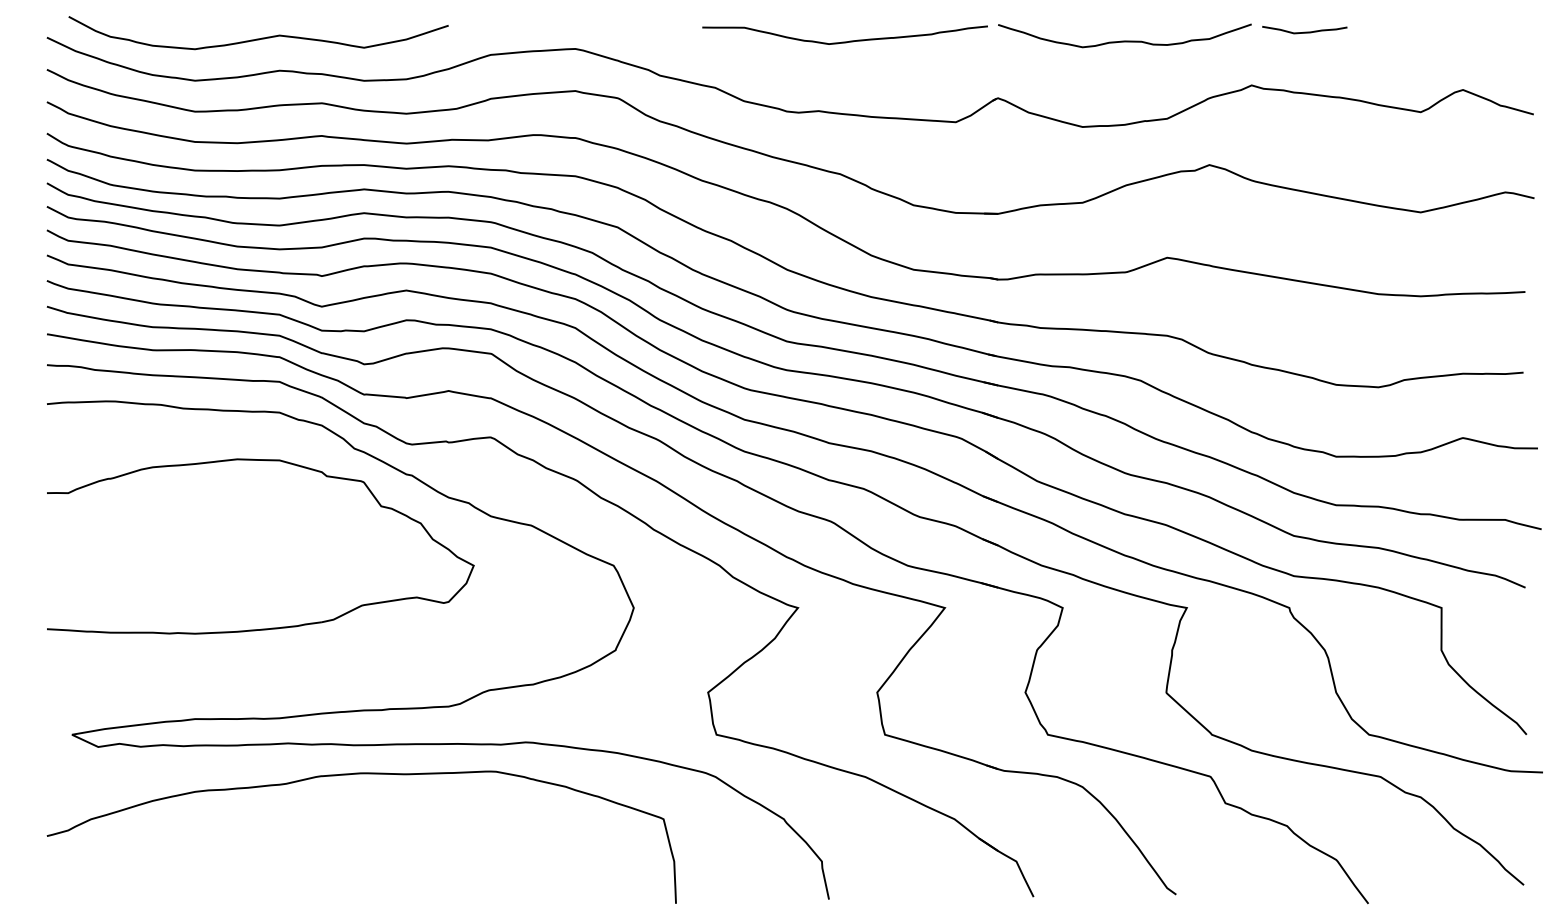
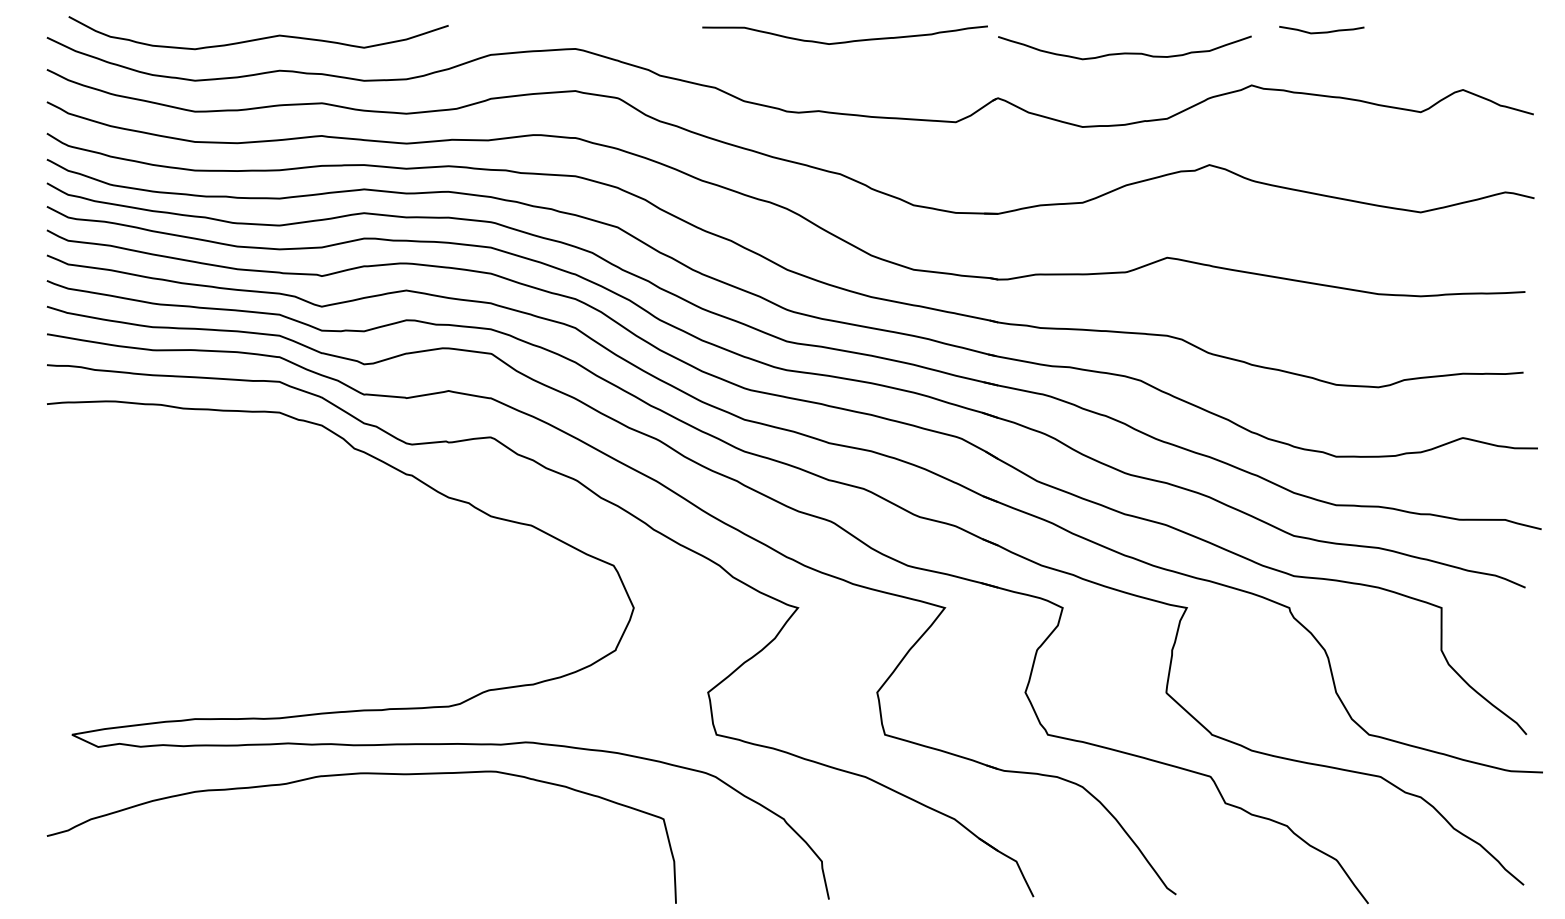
curve at (1304, 31) position: (1304, 31) -> (1321, 31)
curve at (1124, 40) position: (1124, 40) -> (1124, 52)
part at (271, 627): present -> none
